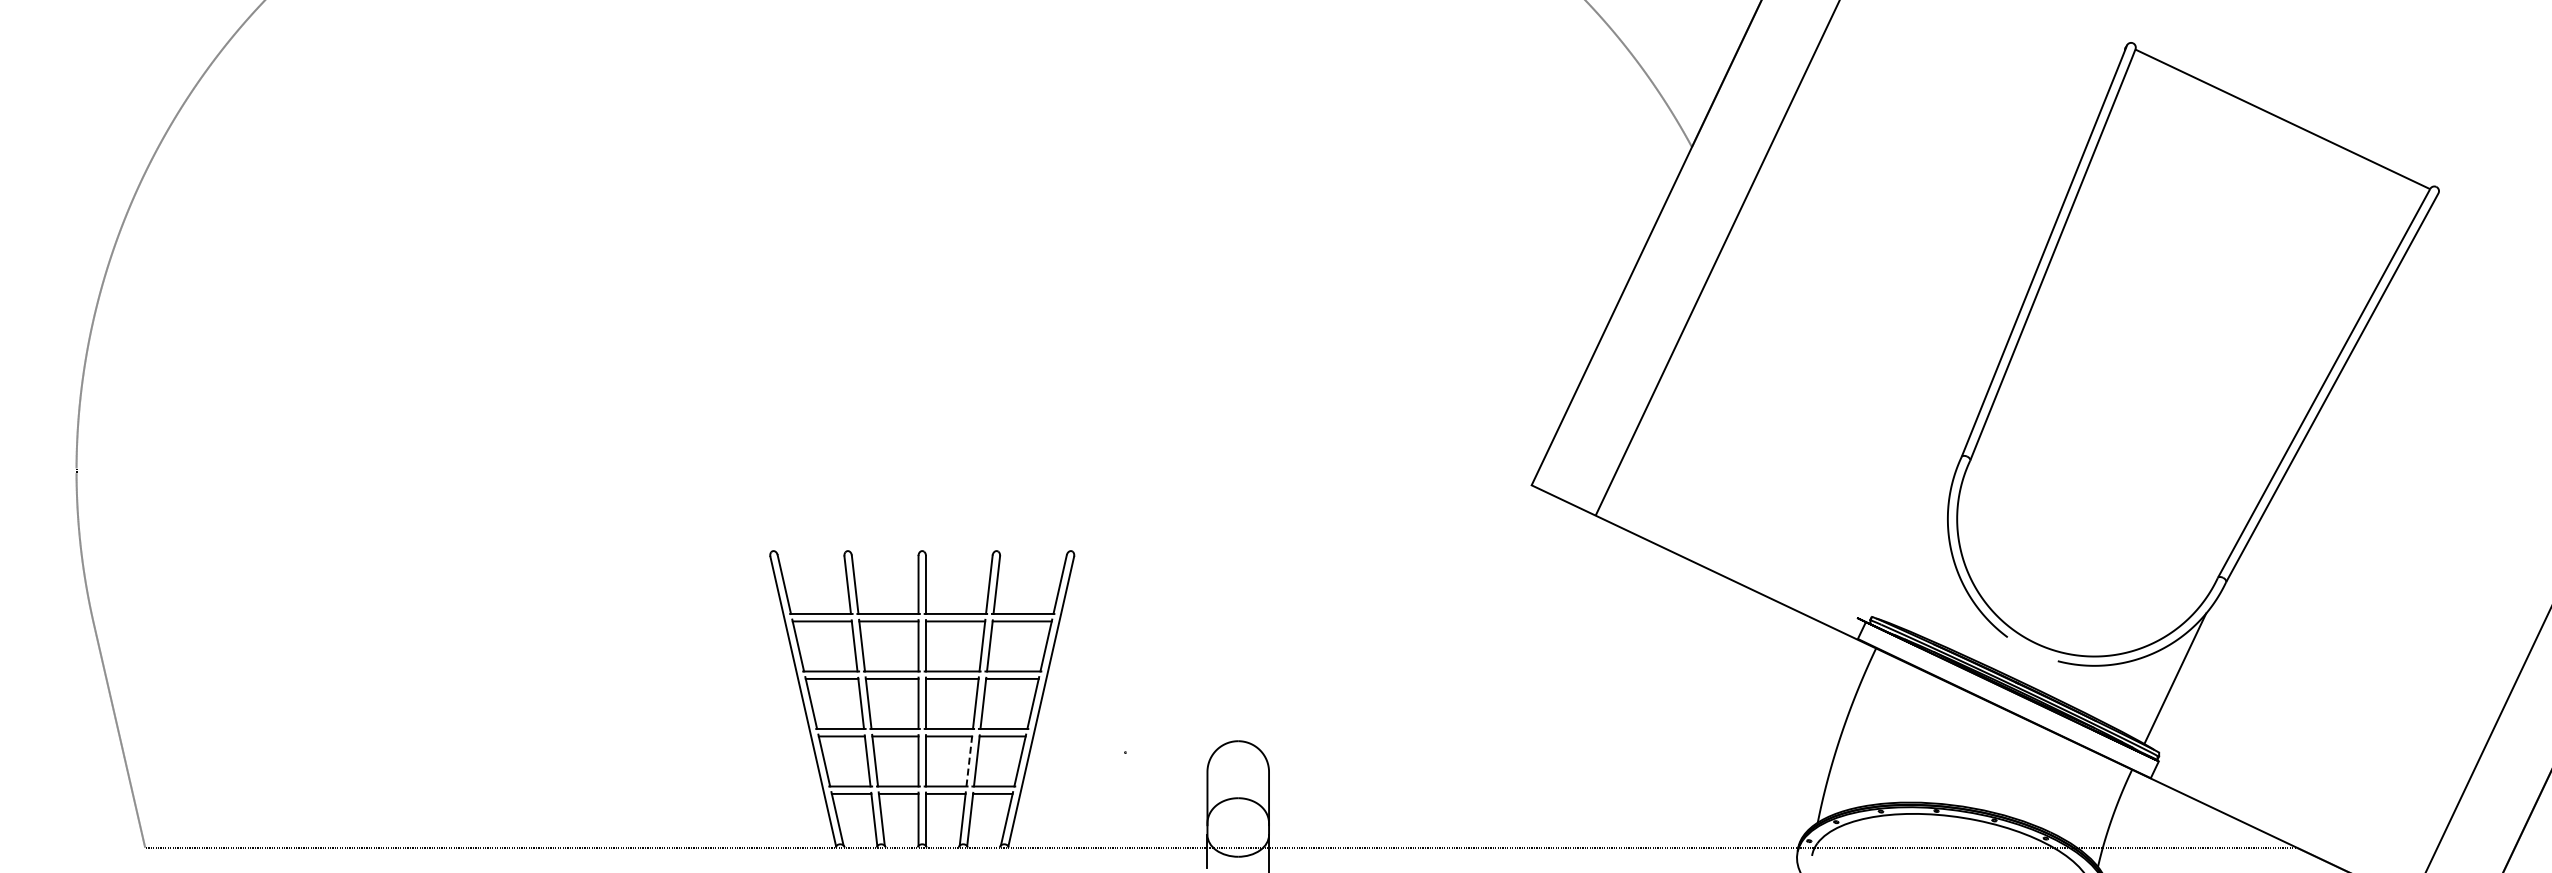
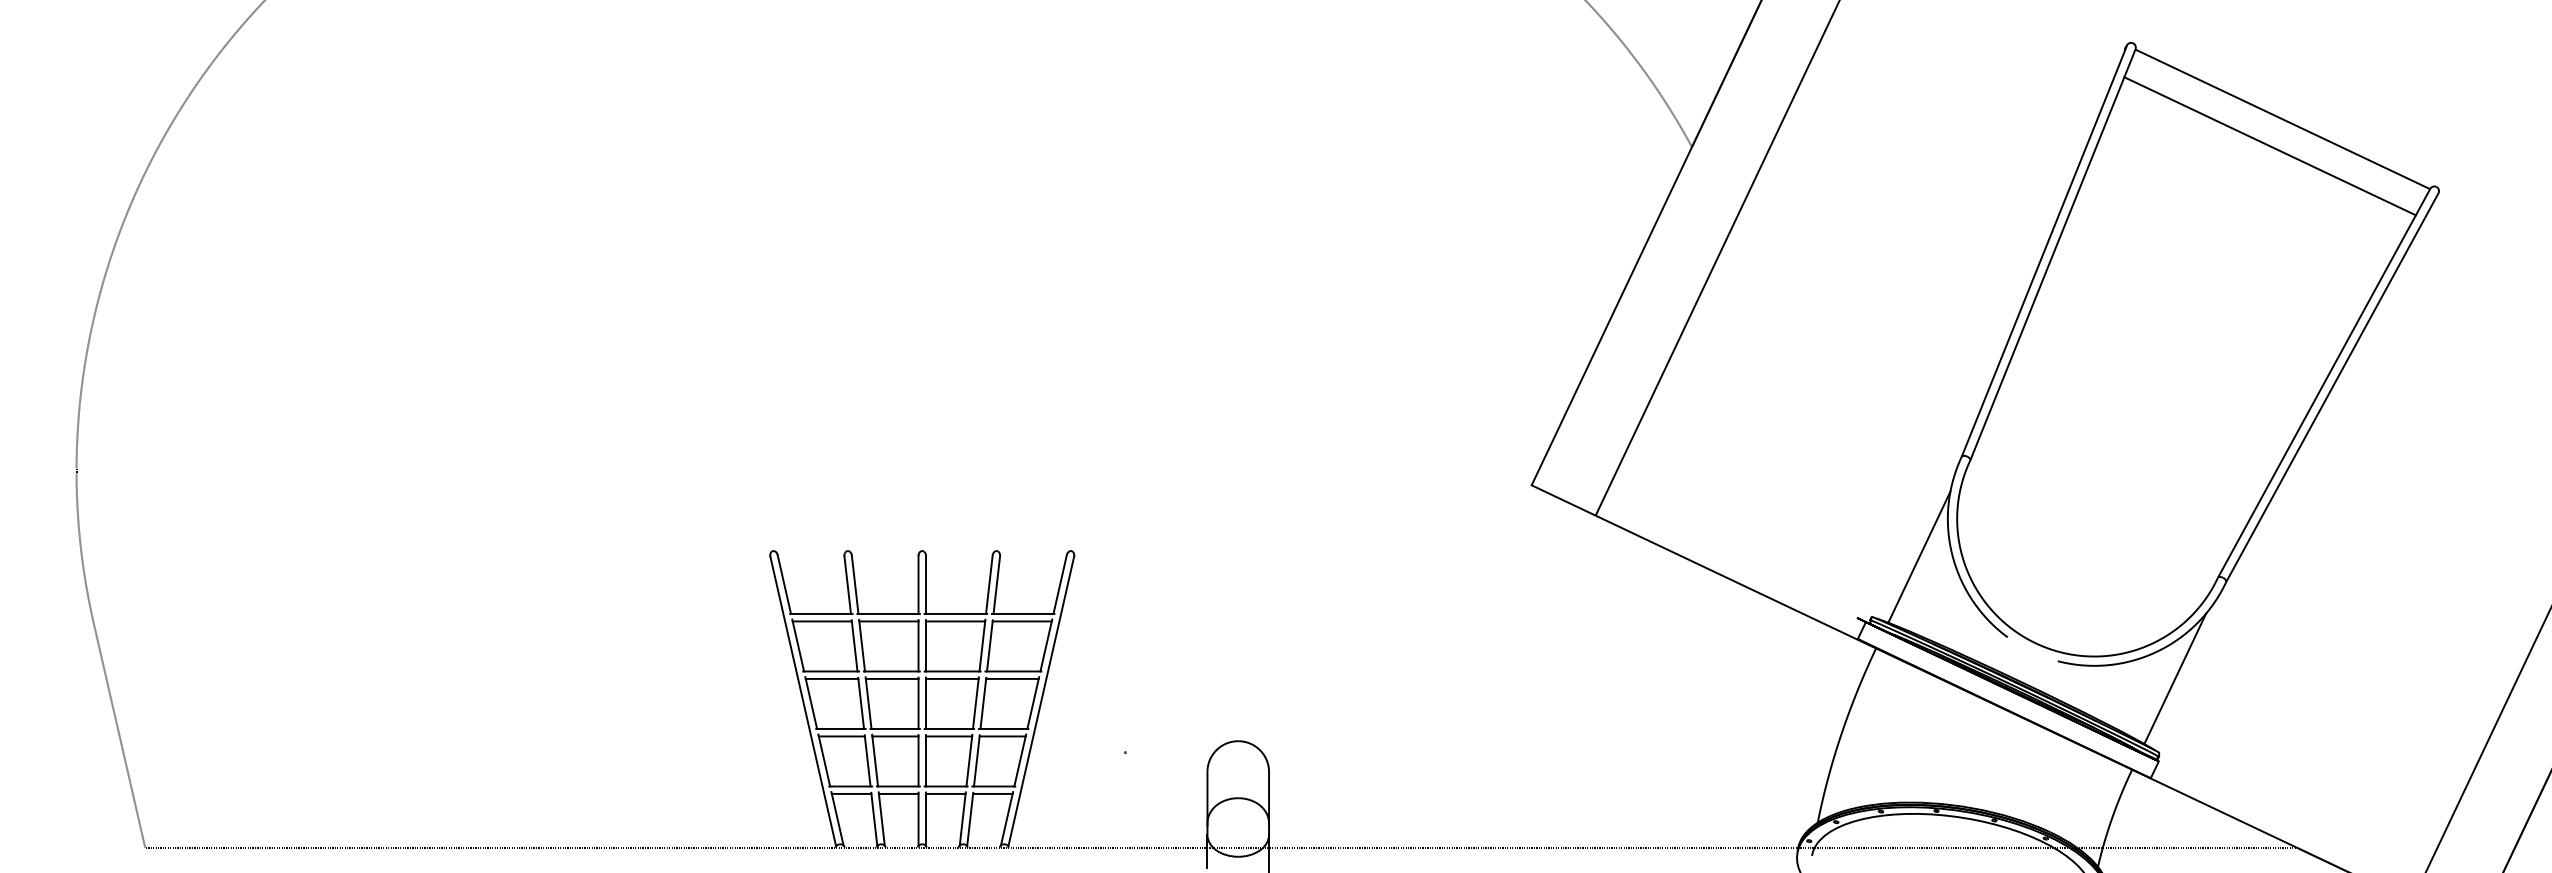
line at (2269, 146): none -> present
line at (1919, 556): none -> present
line at (969, 760): dashed -> solid
